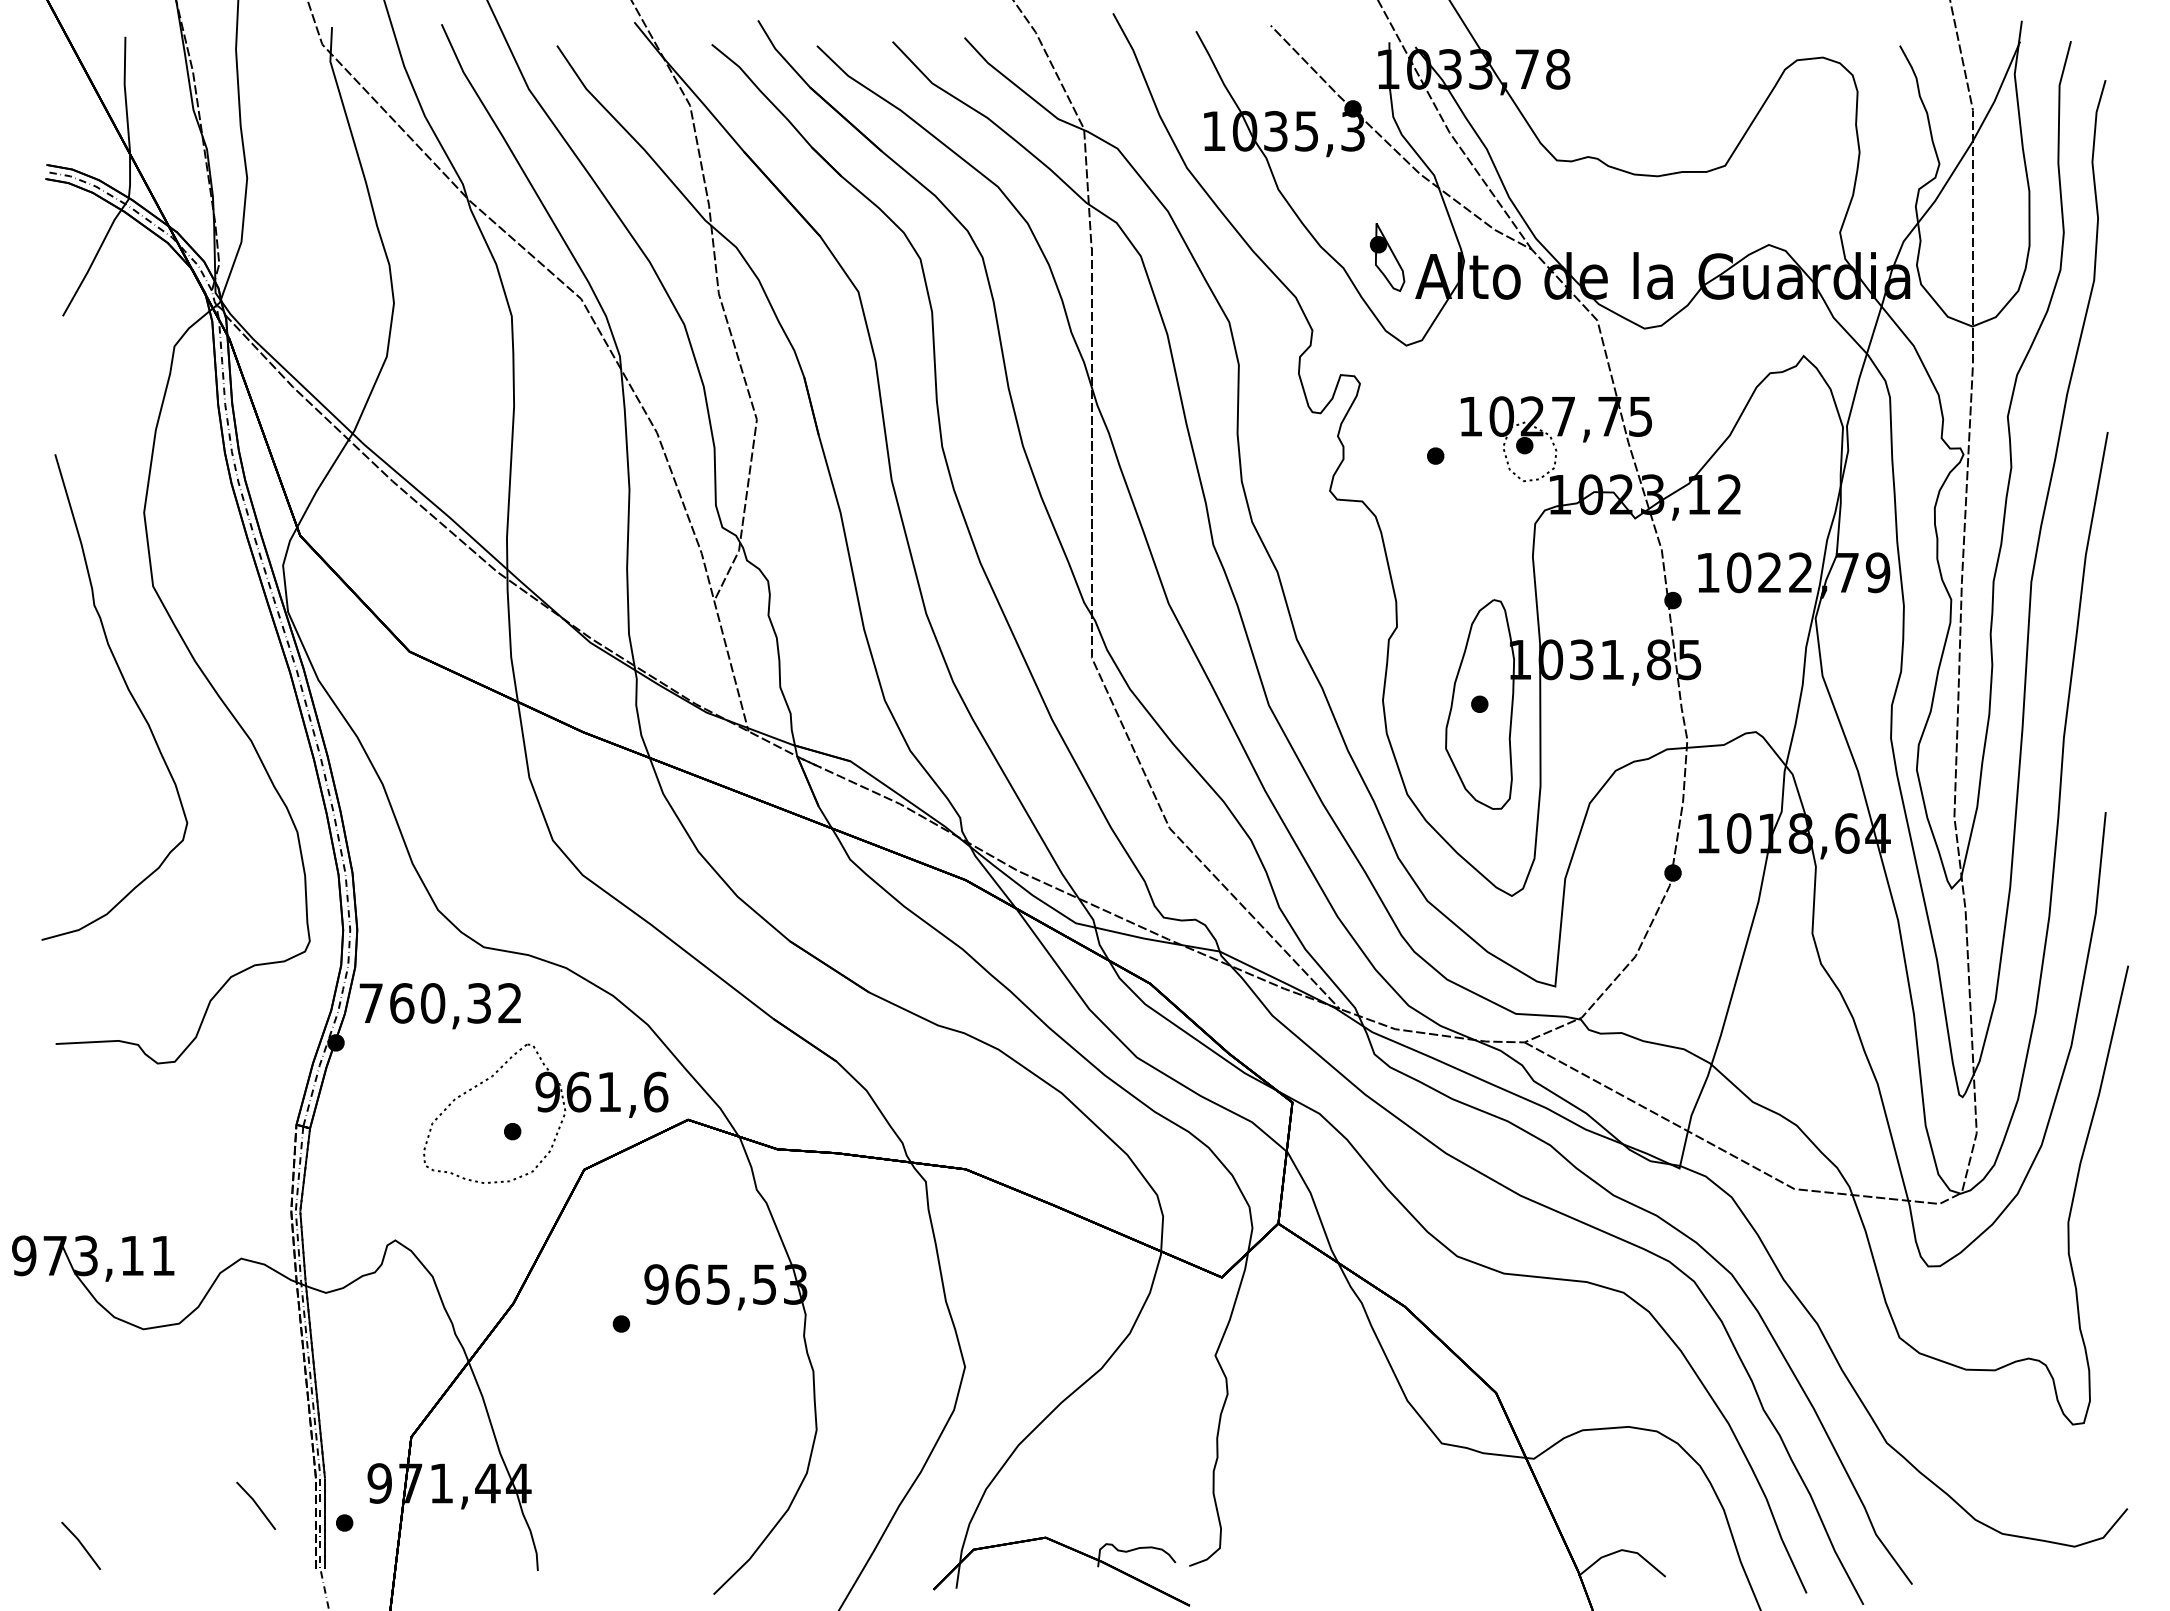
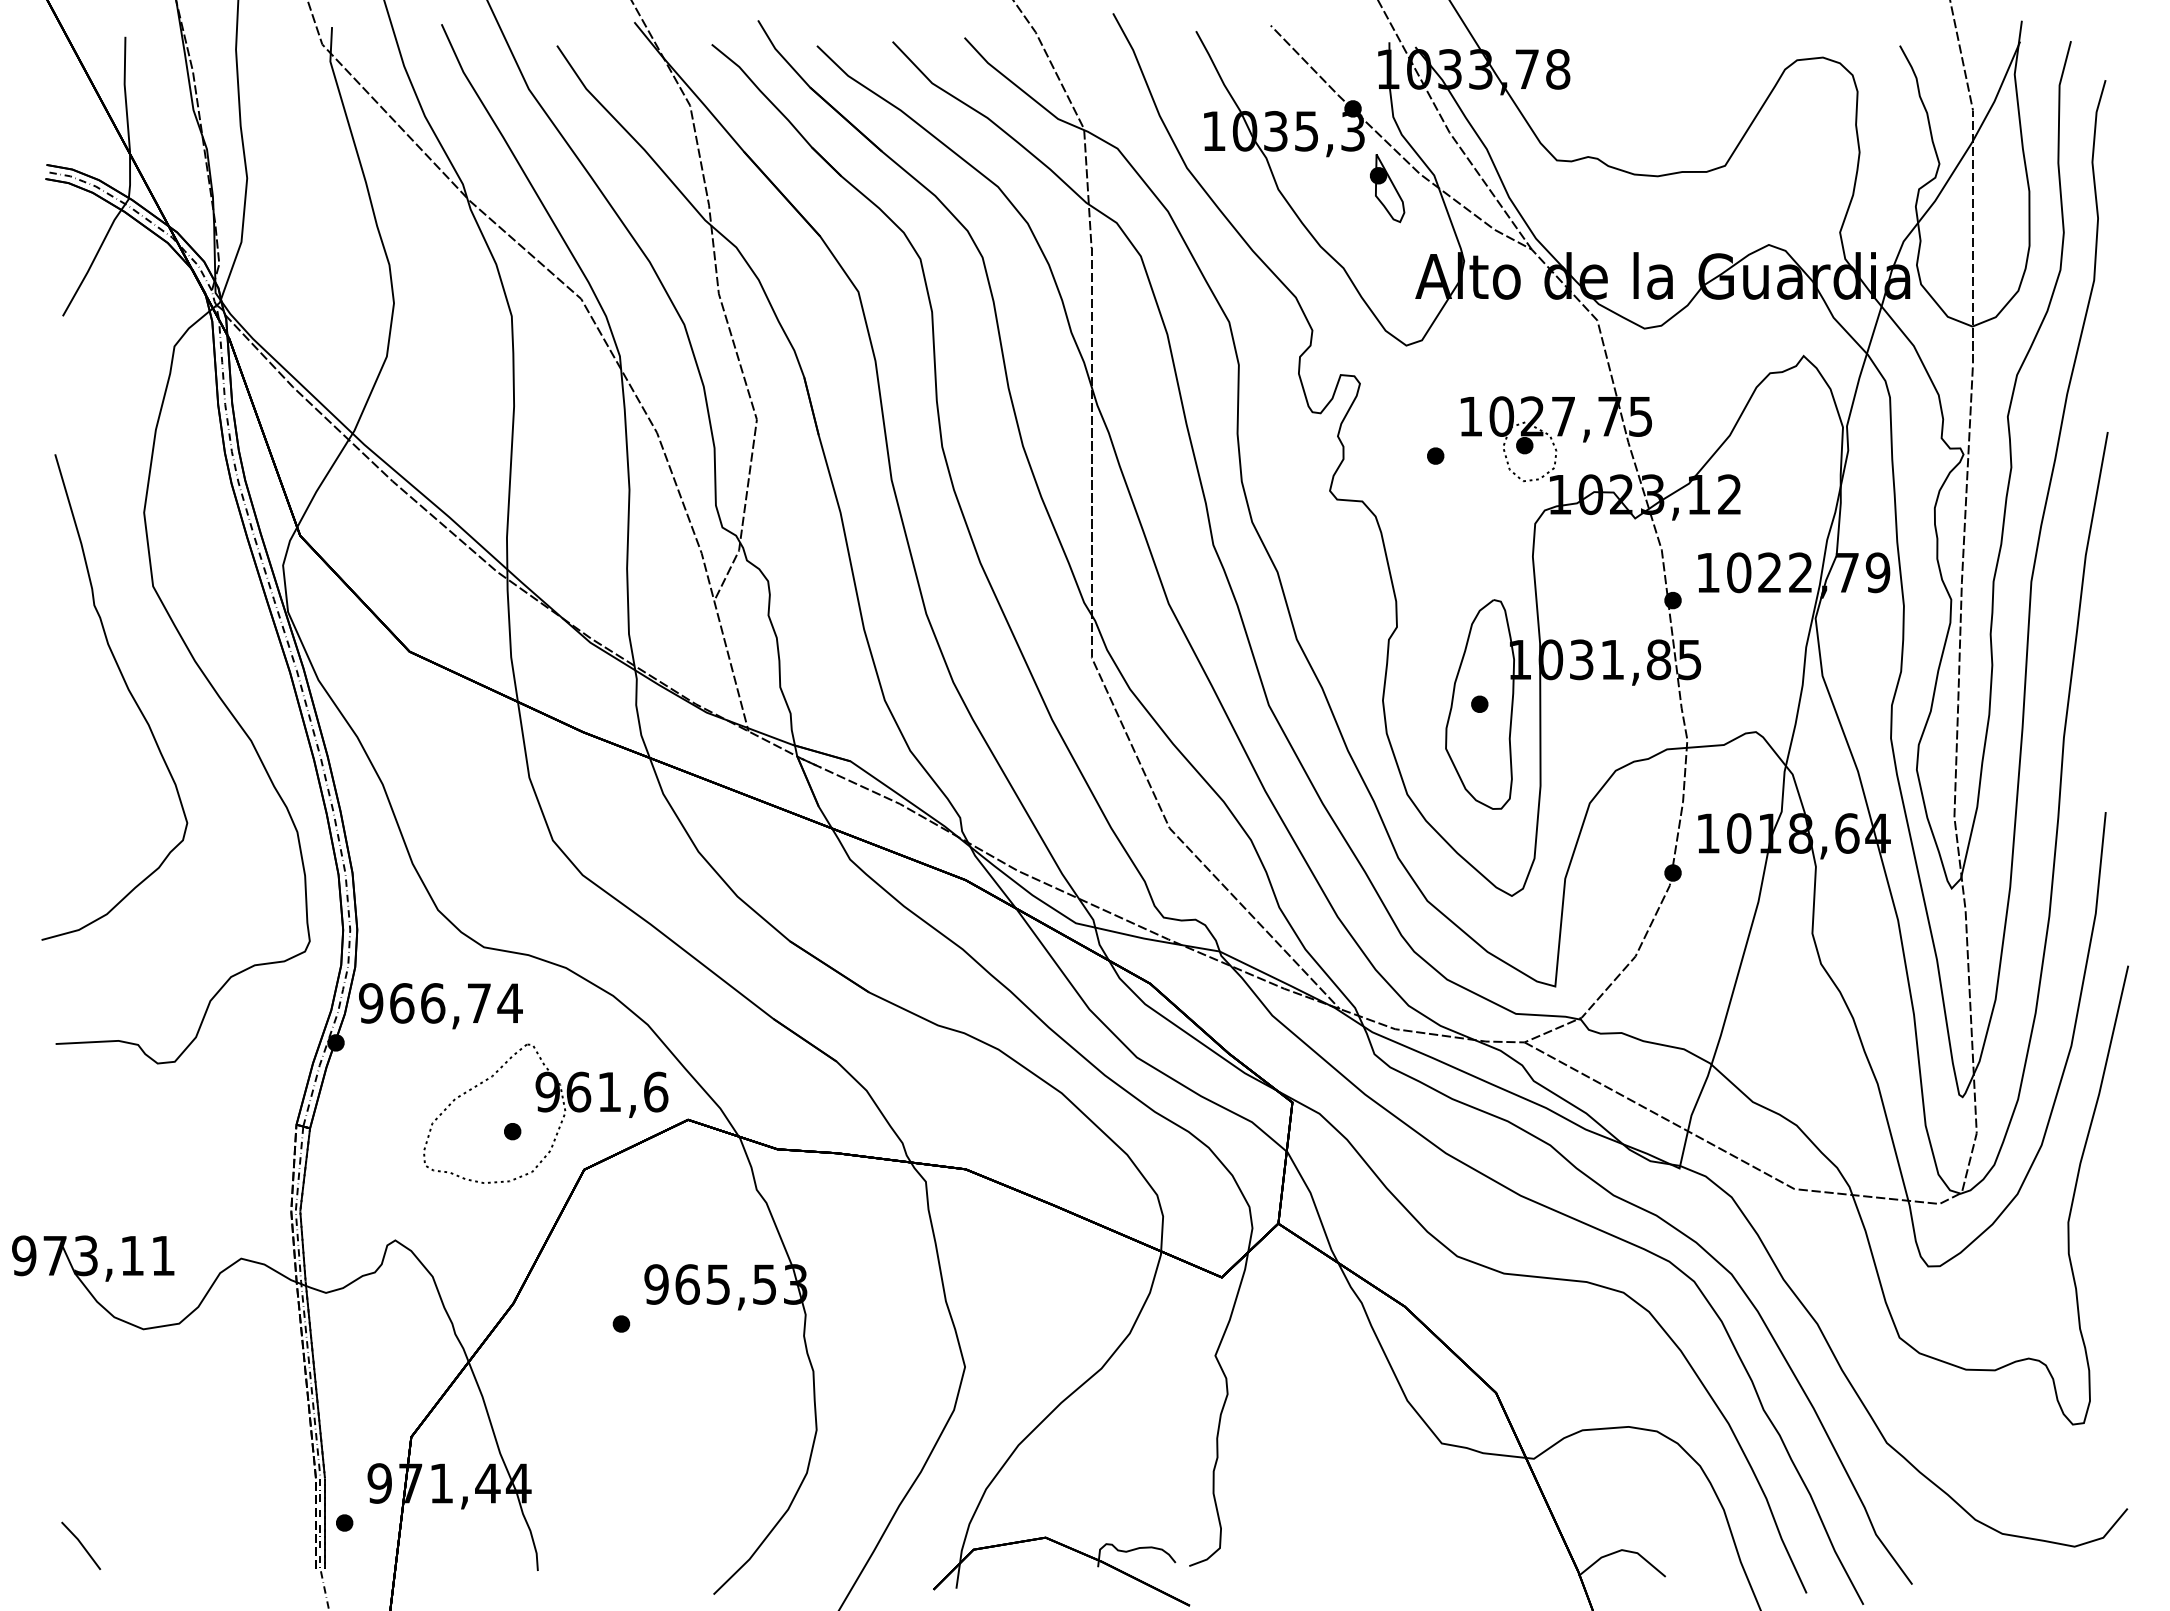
part at (1387, 257) position: (1387, 257) -> (1387, 188)
text at (440, 1003): 760,32 -> 966,74
line at (256, 1505): present -> none
